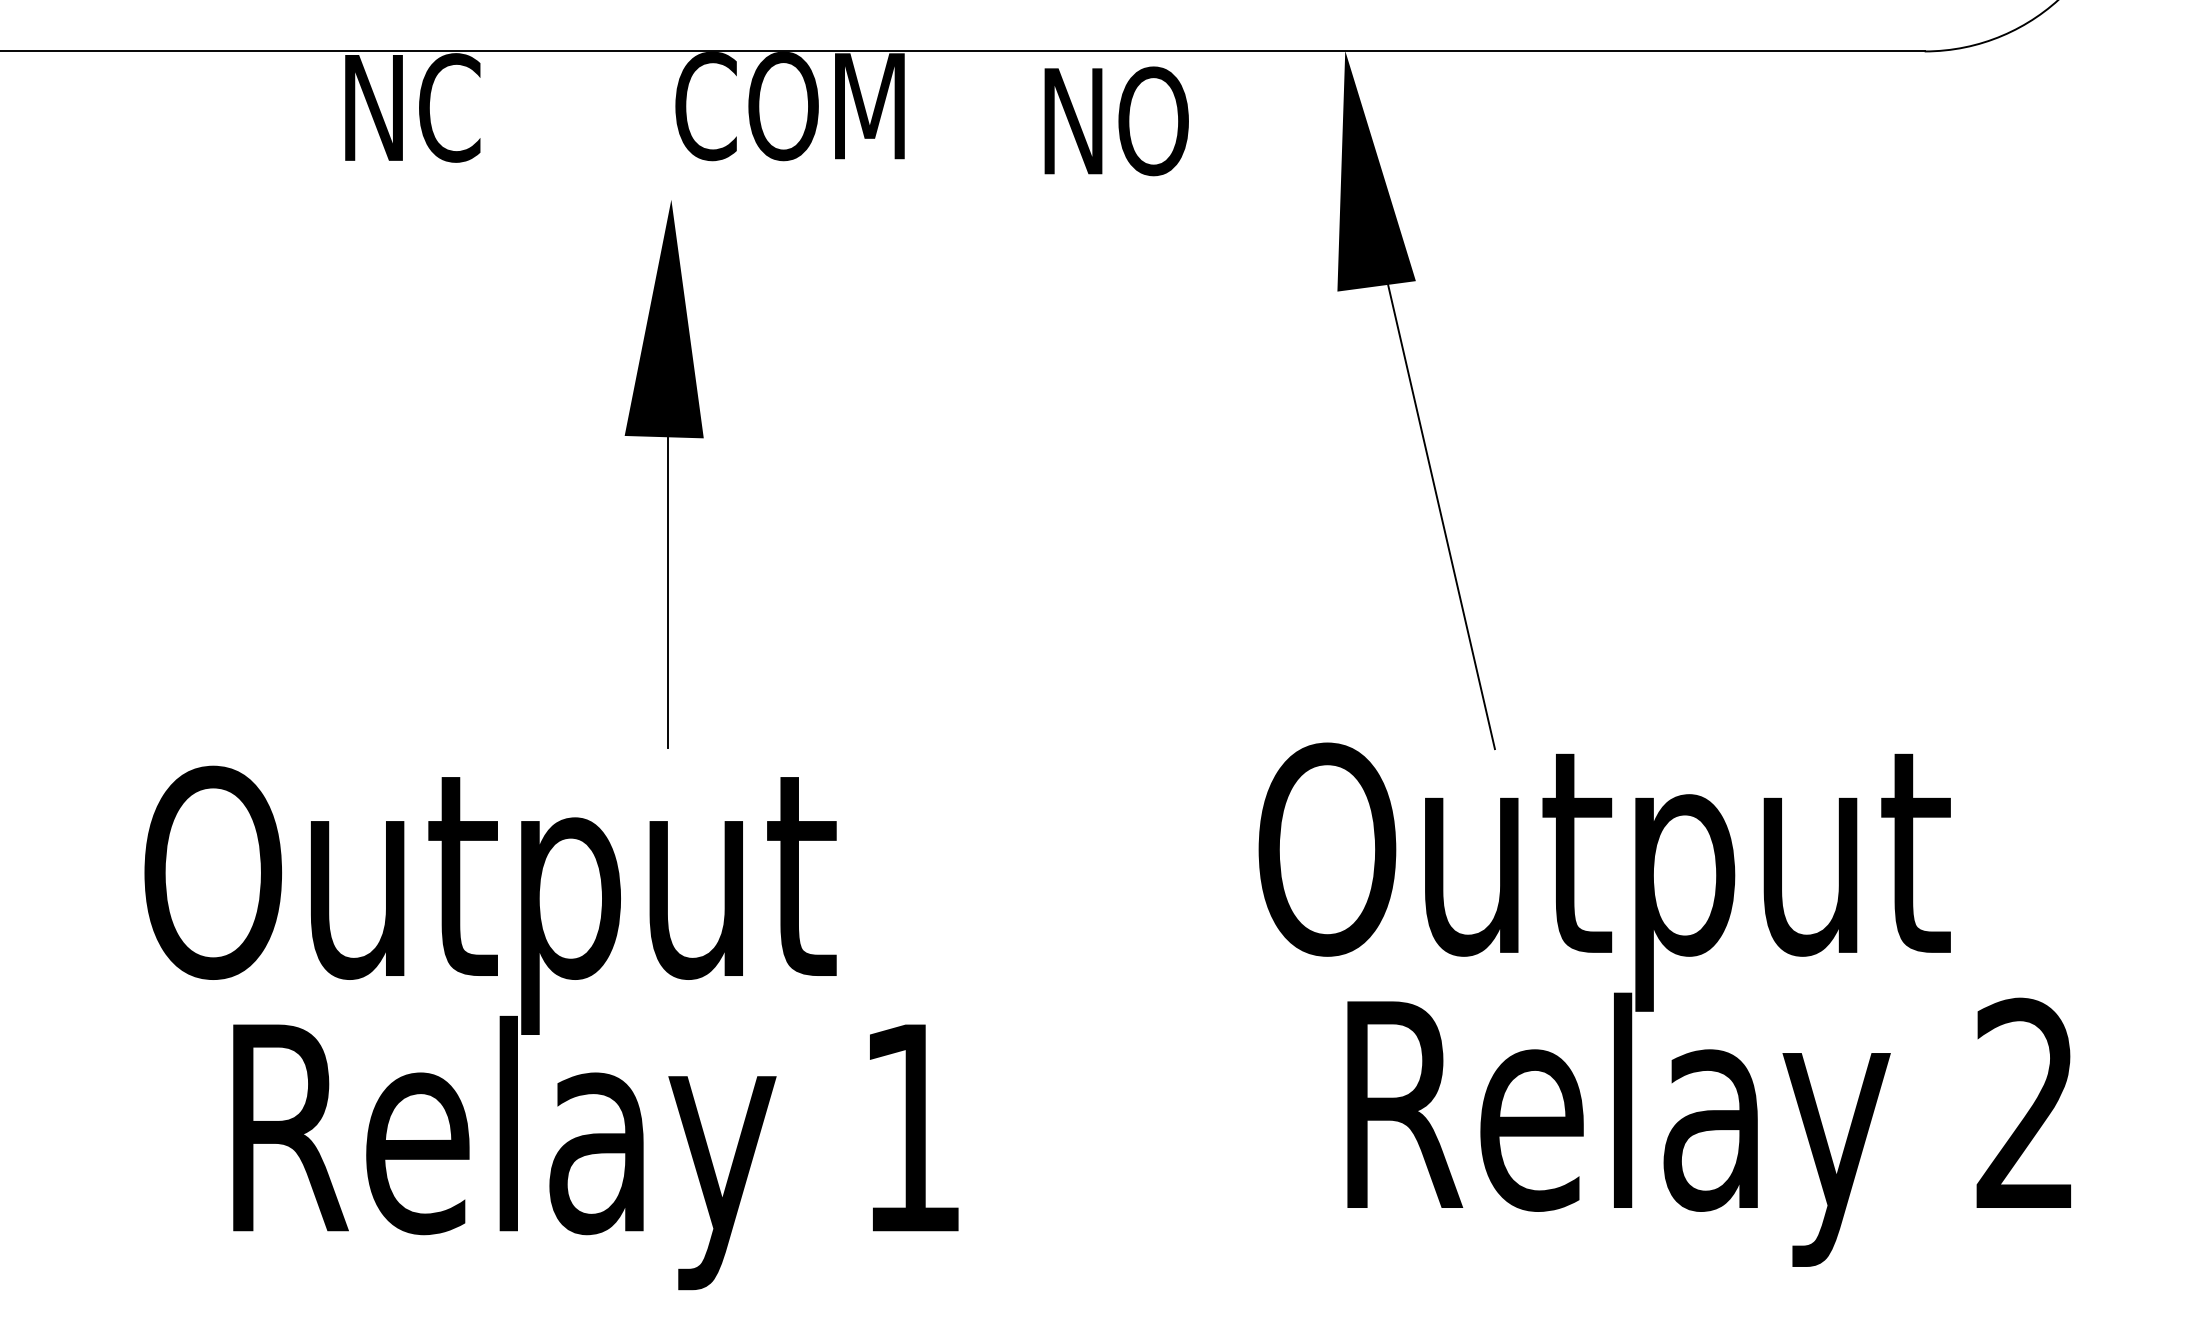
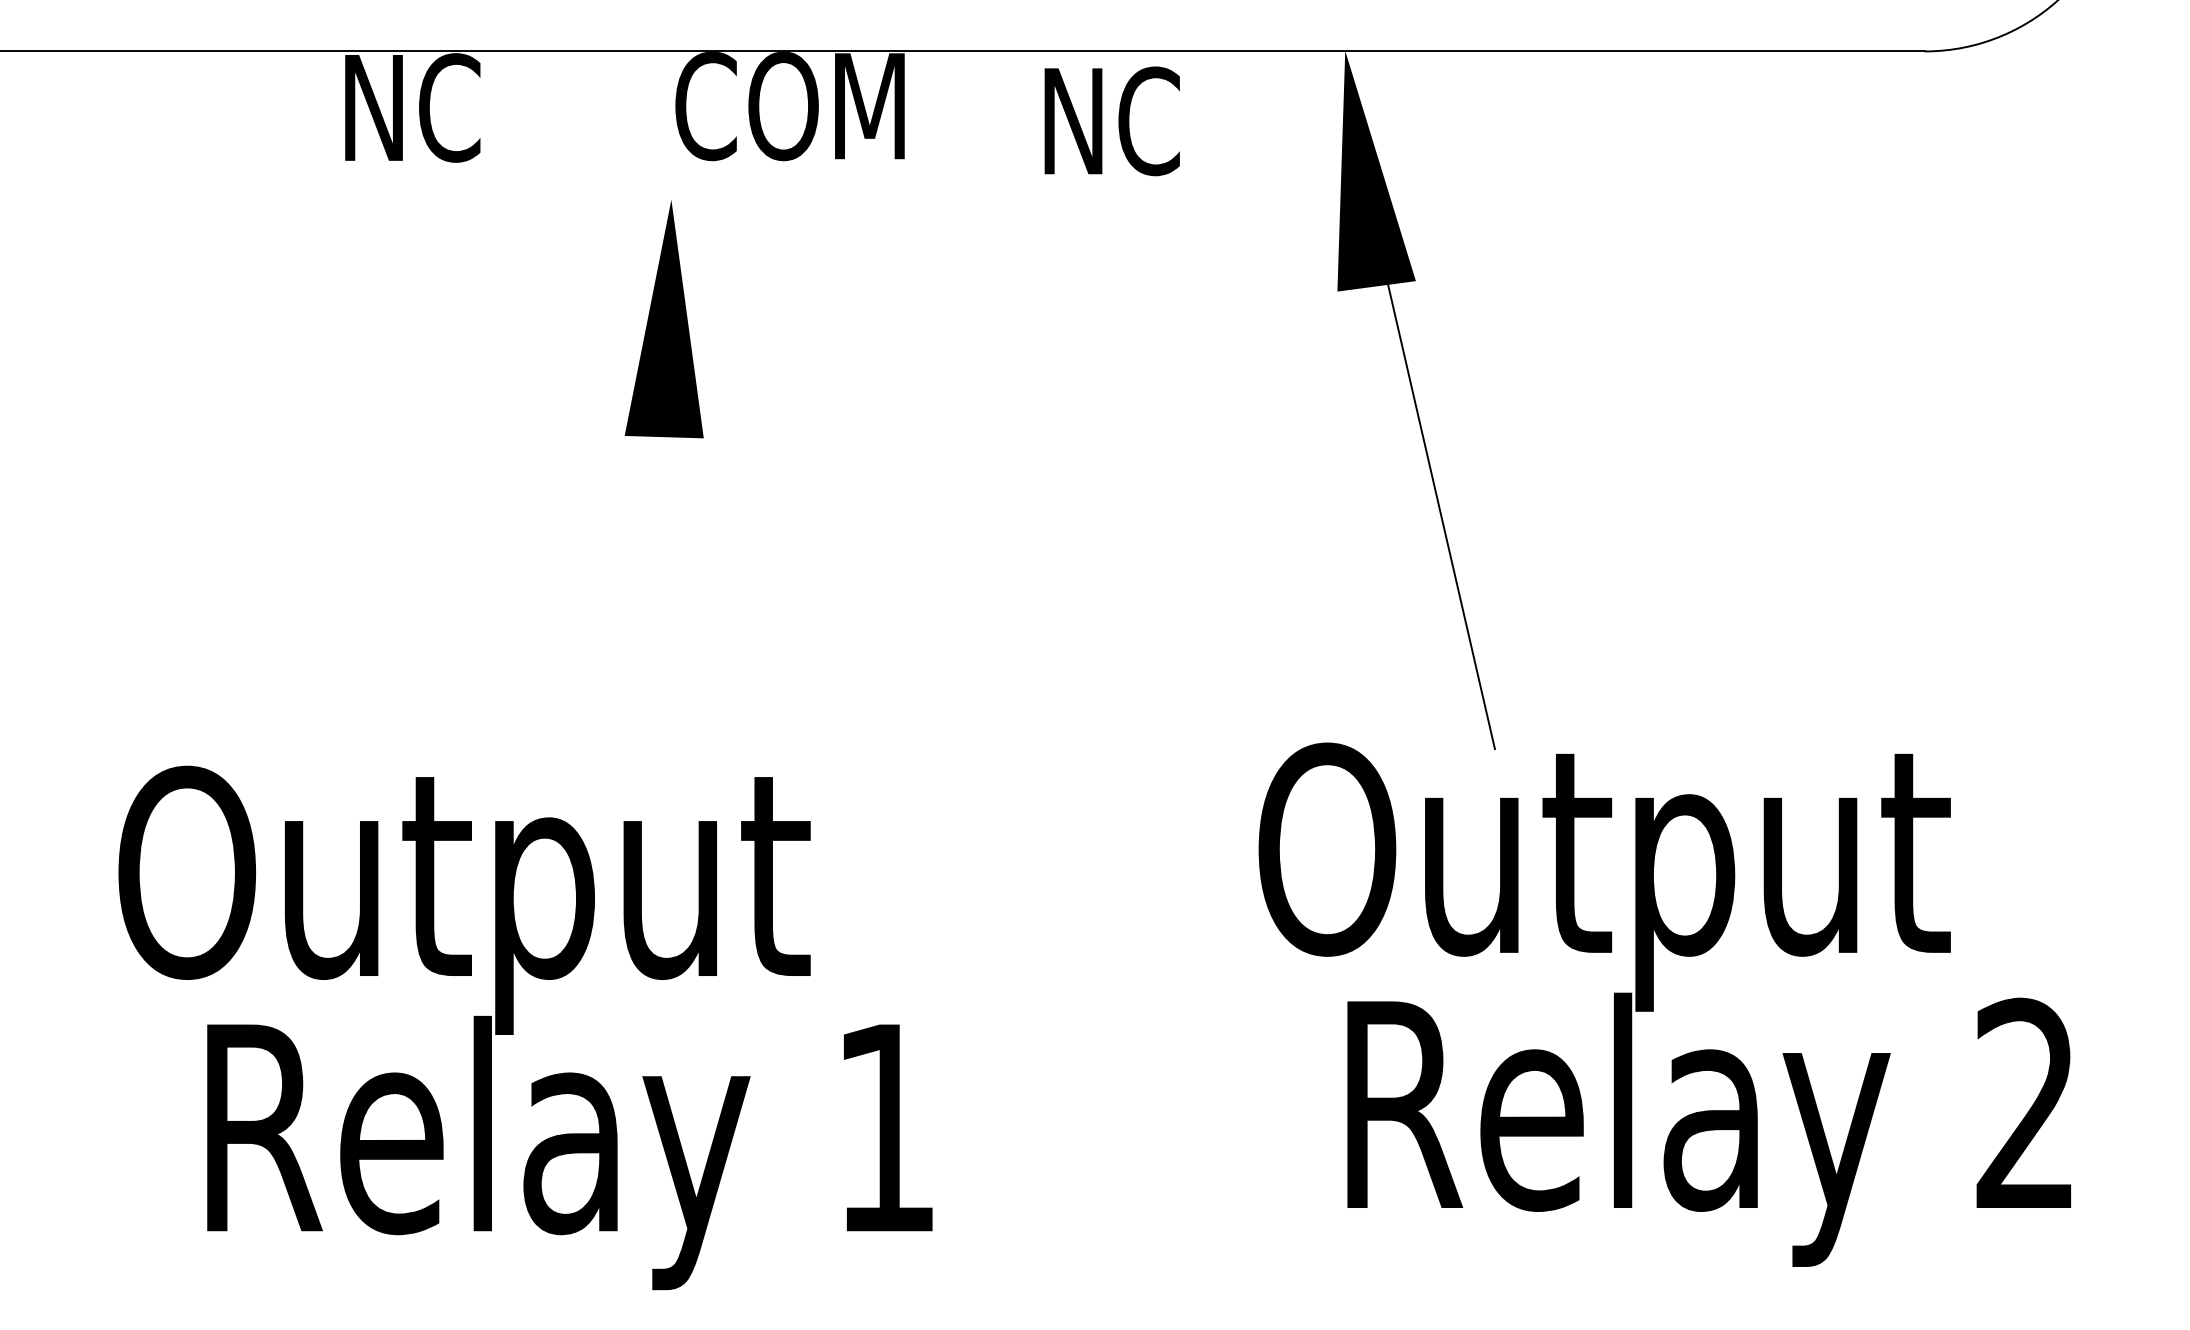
text at (1156, 121): NO -> NC
line at (668, 588): present -> none
text at (551, 1027) position: (551, 1027) -> (525, 1027)
